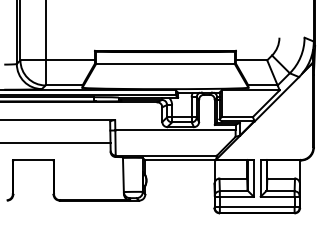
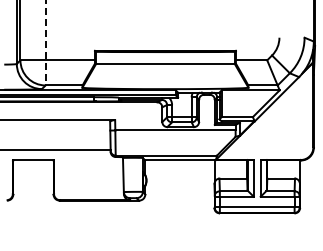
line at (45, 42): solid -> dashed
line at (56, 142) position: (56, 142) -> (56, 149)
